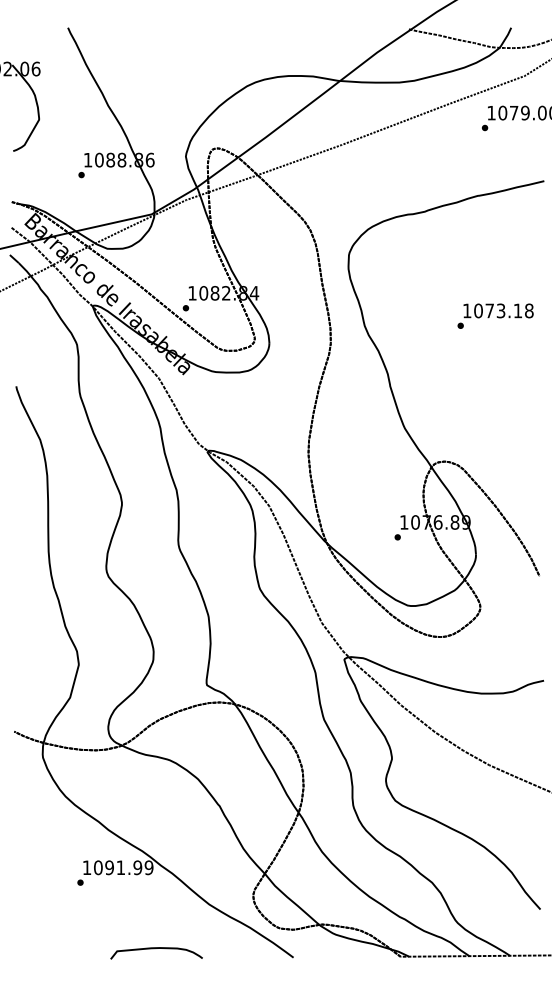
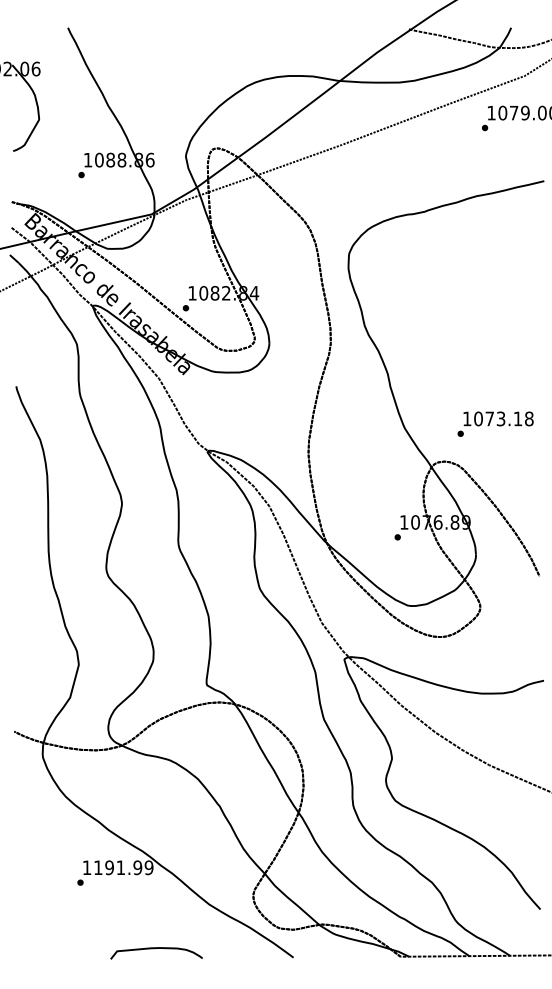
text at (495, 315) position: (495, 315) -> (495, 423)
text at (98, 867): 1091.99 -> 1191.99
